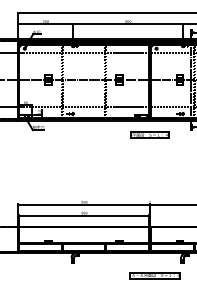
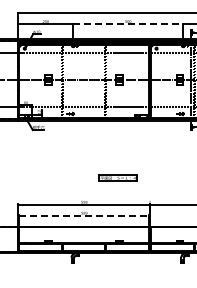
line at (127, 23): solid -> dashed
part at (149, 134) position: (149, 134) -> (117, 177)
line at (83, 215): solid -> dashed
part at (154, 275): present -> none
